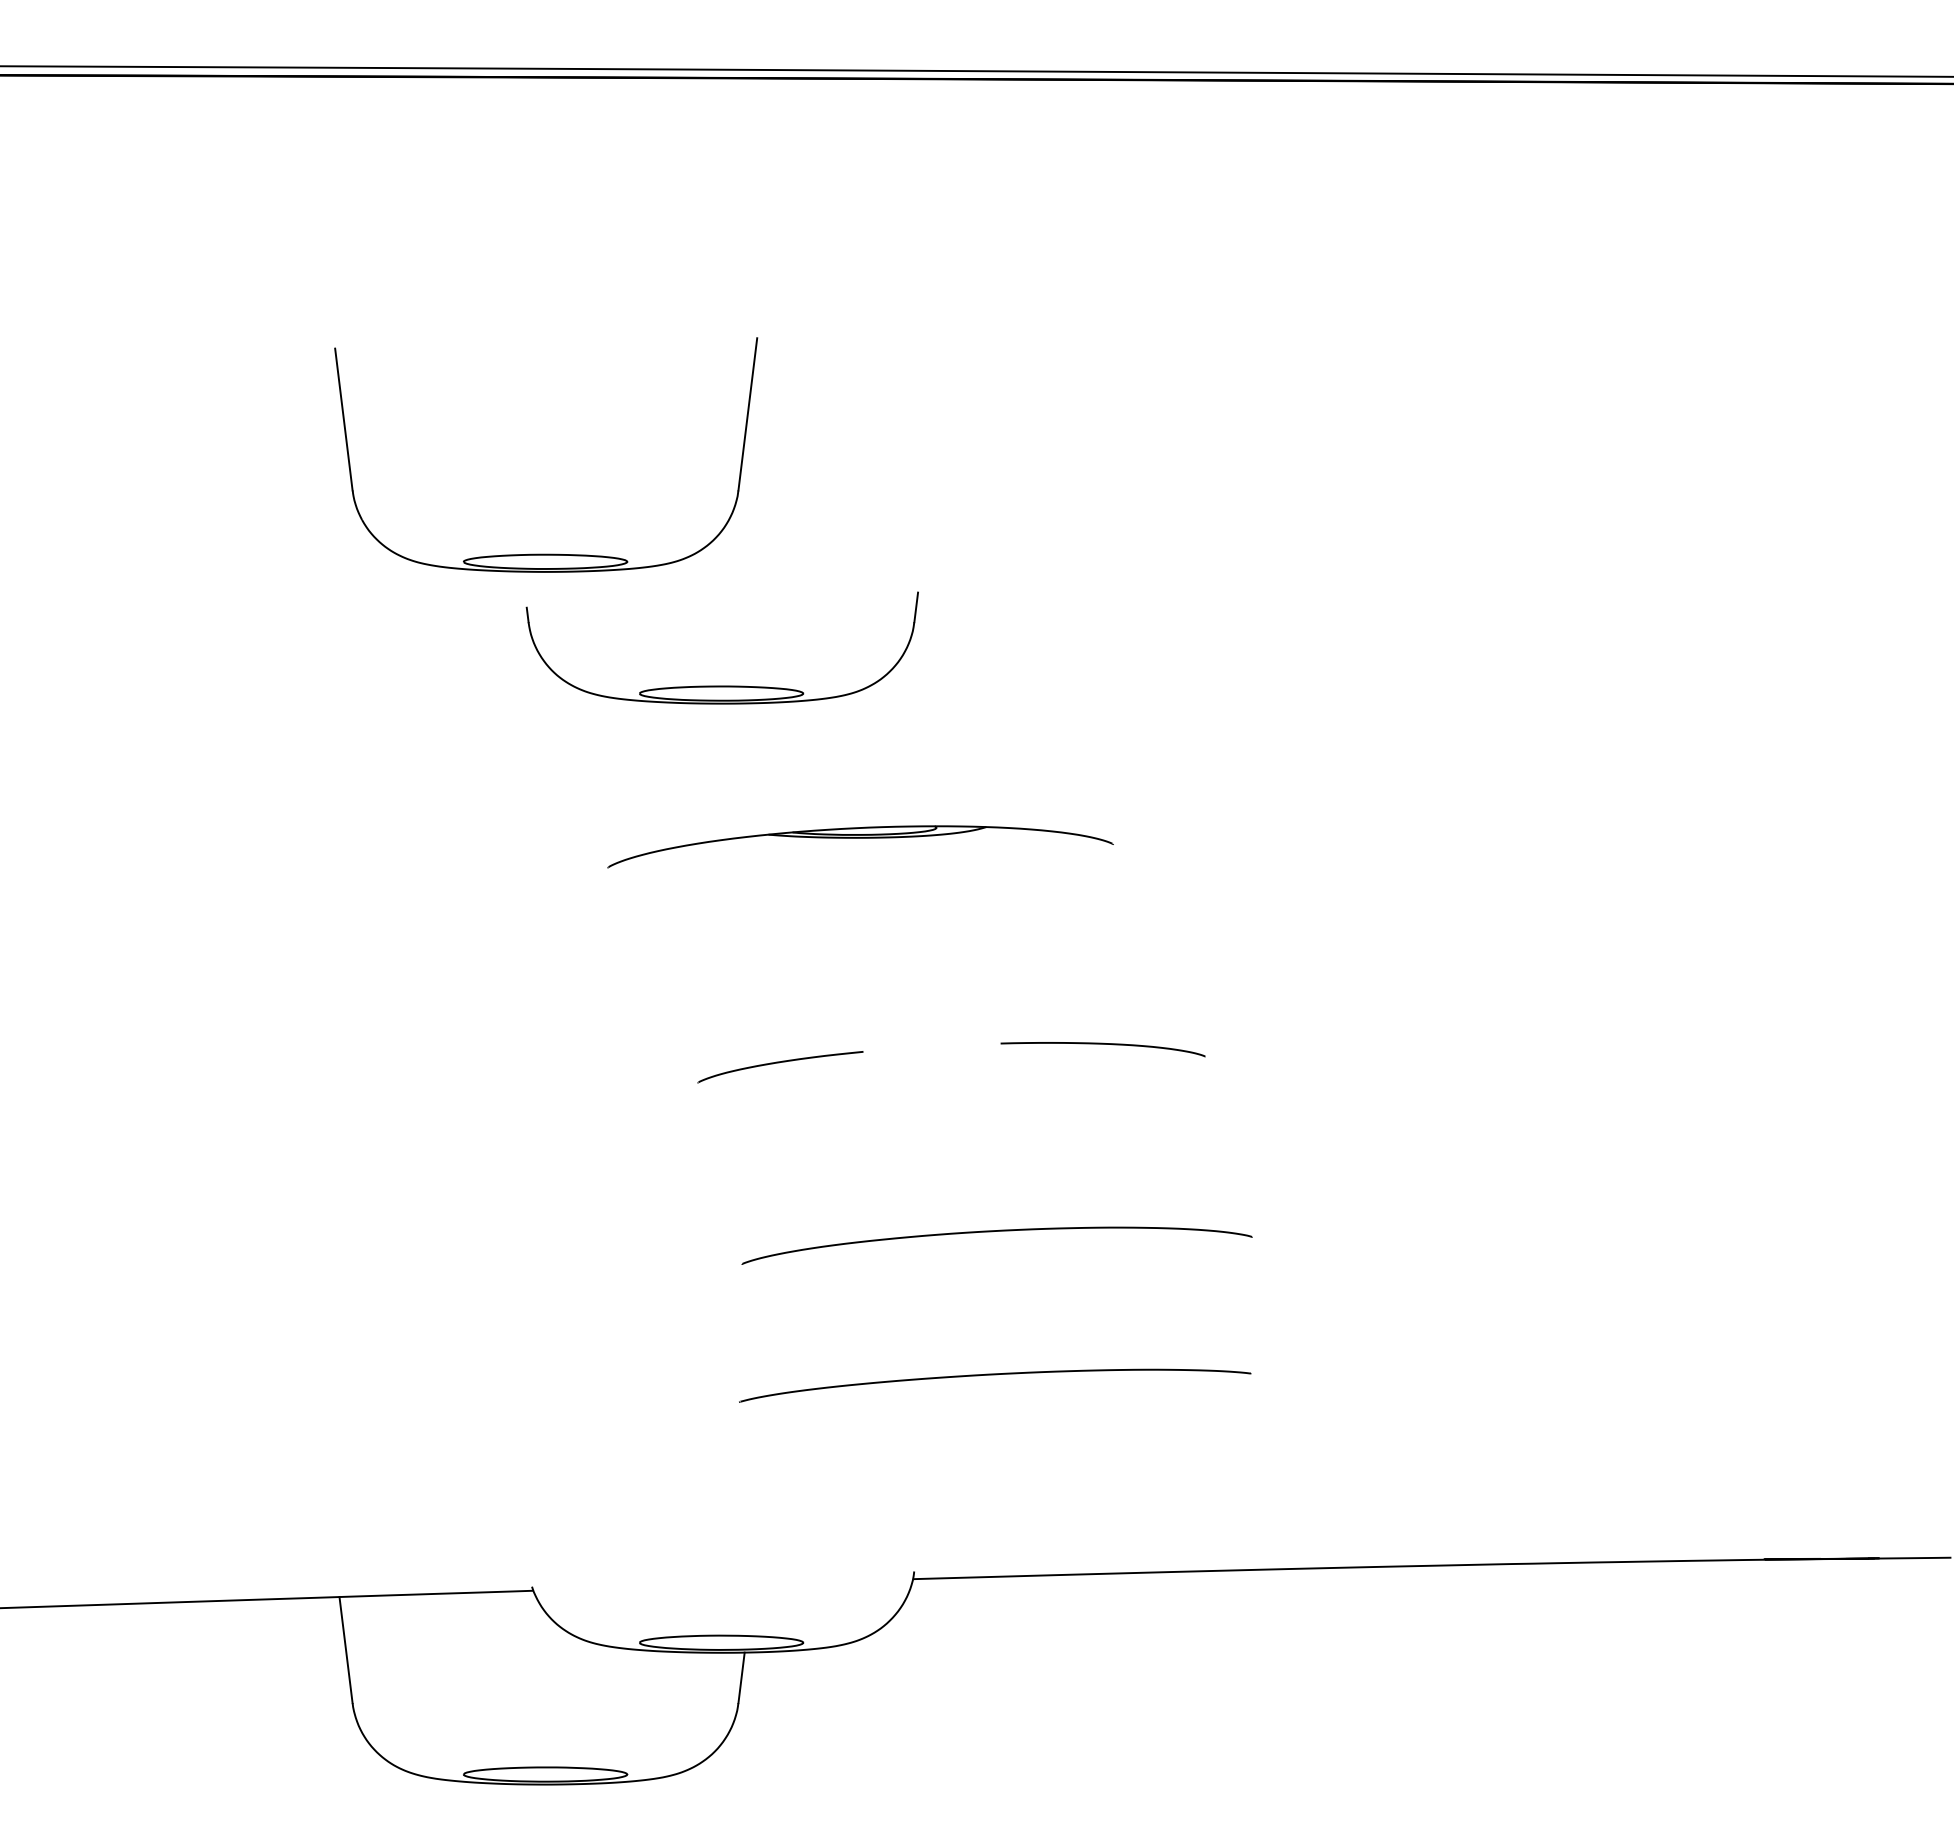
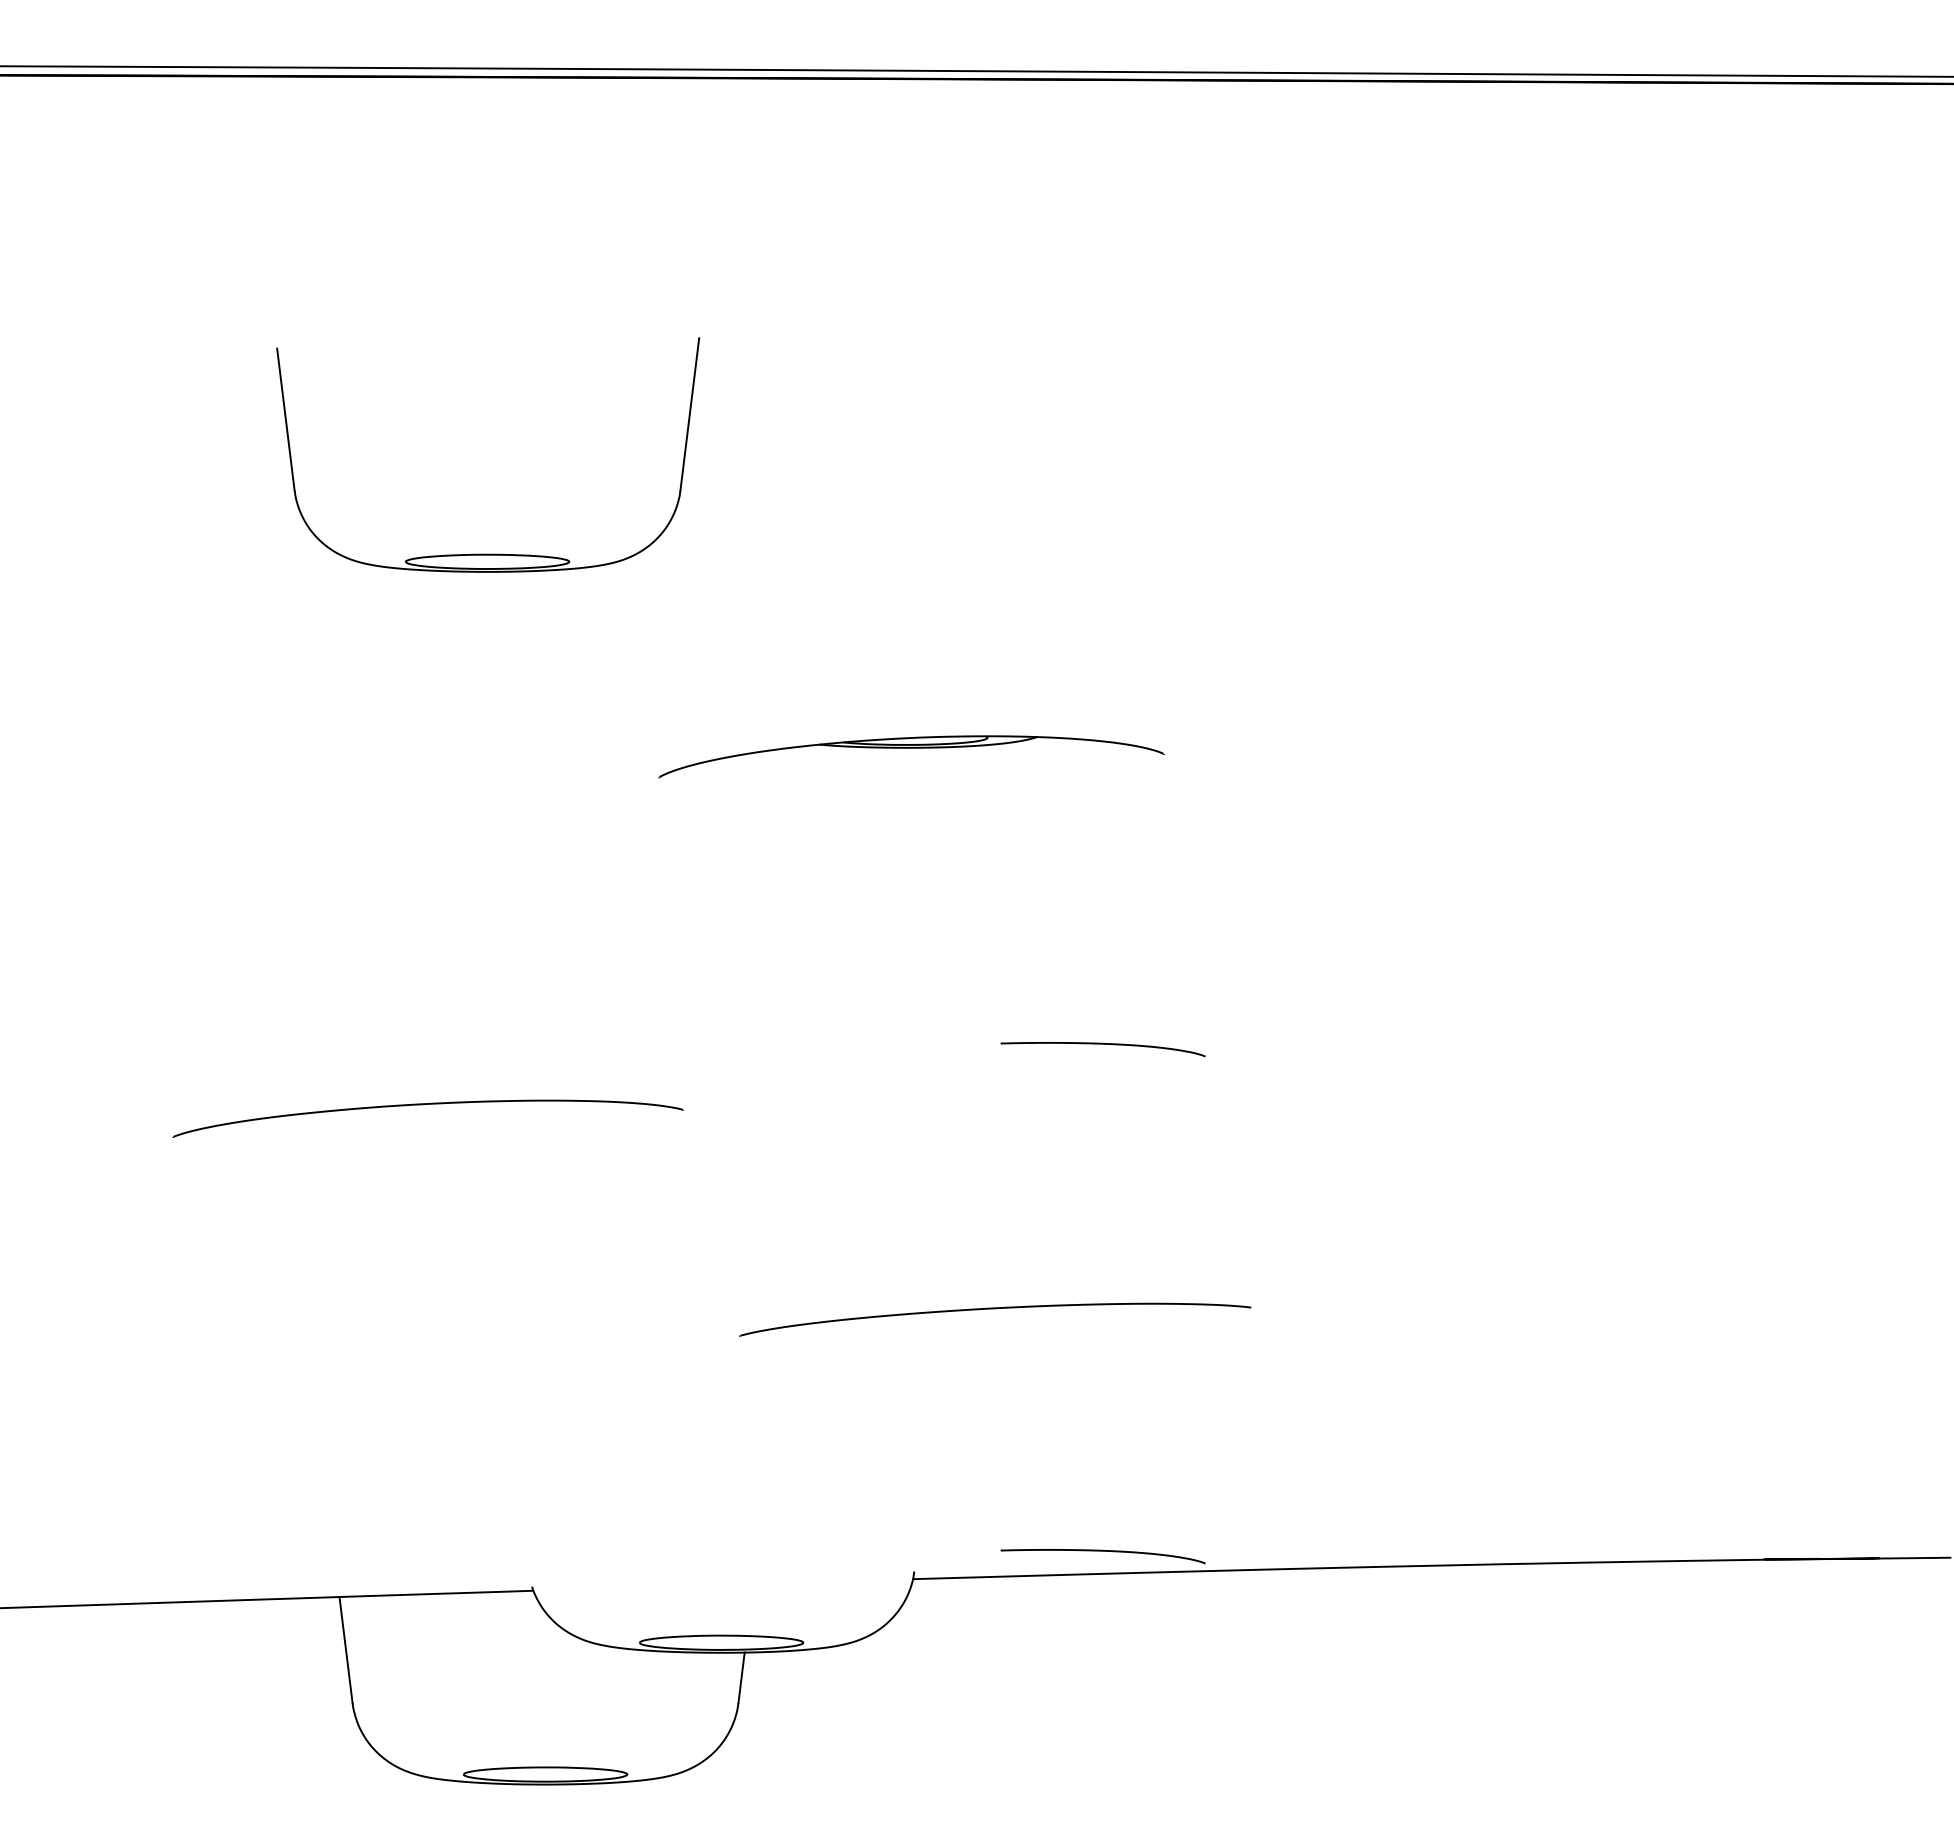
part at (546, 553) position: (546, 553) -> (488, 553)
part at (721, 685): present -> none
part at (860, 838) position: (860, 838) -> (911, 748)
curve at (779, 1063): present -> none
curve at (992, 1232) position: (992, 1232) -> (423, 1105)
curve at (995, 1375) position: (995, 1375) -> (995, 1309)
curve at (1102, 1551): none -> present
